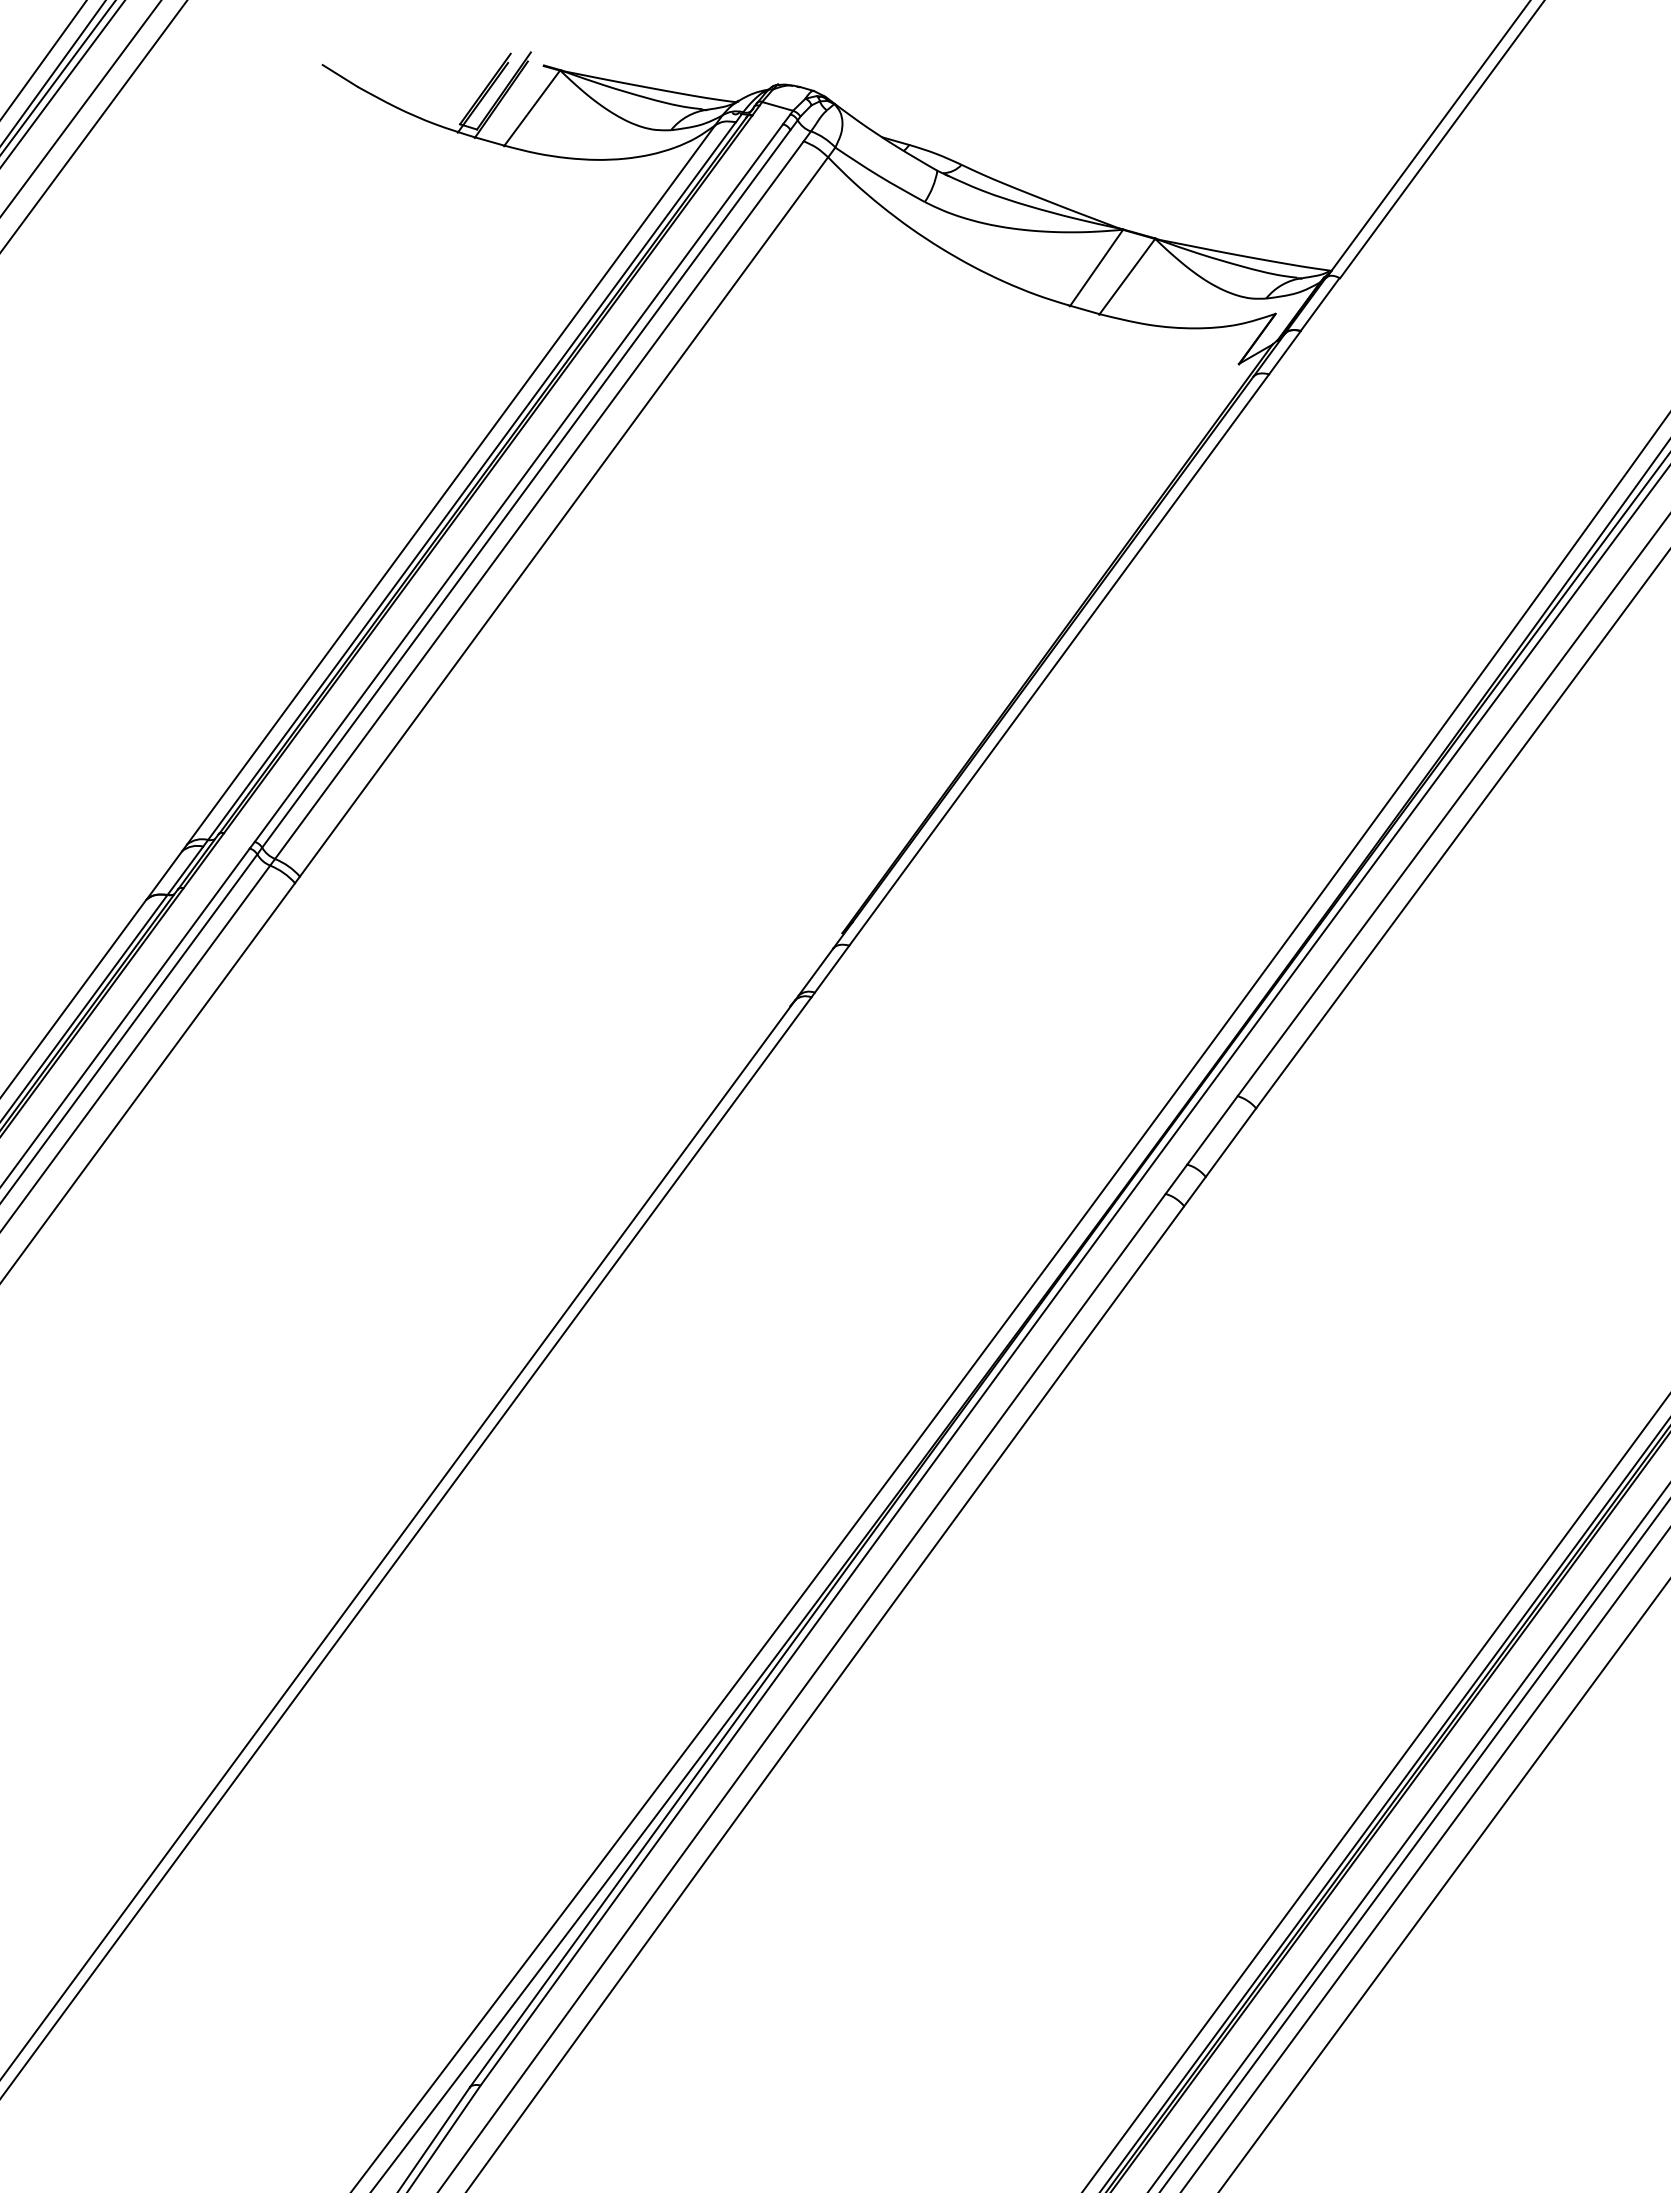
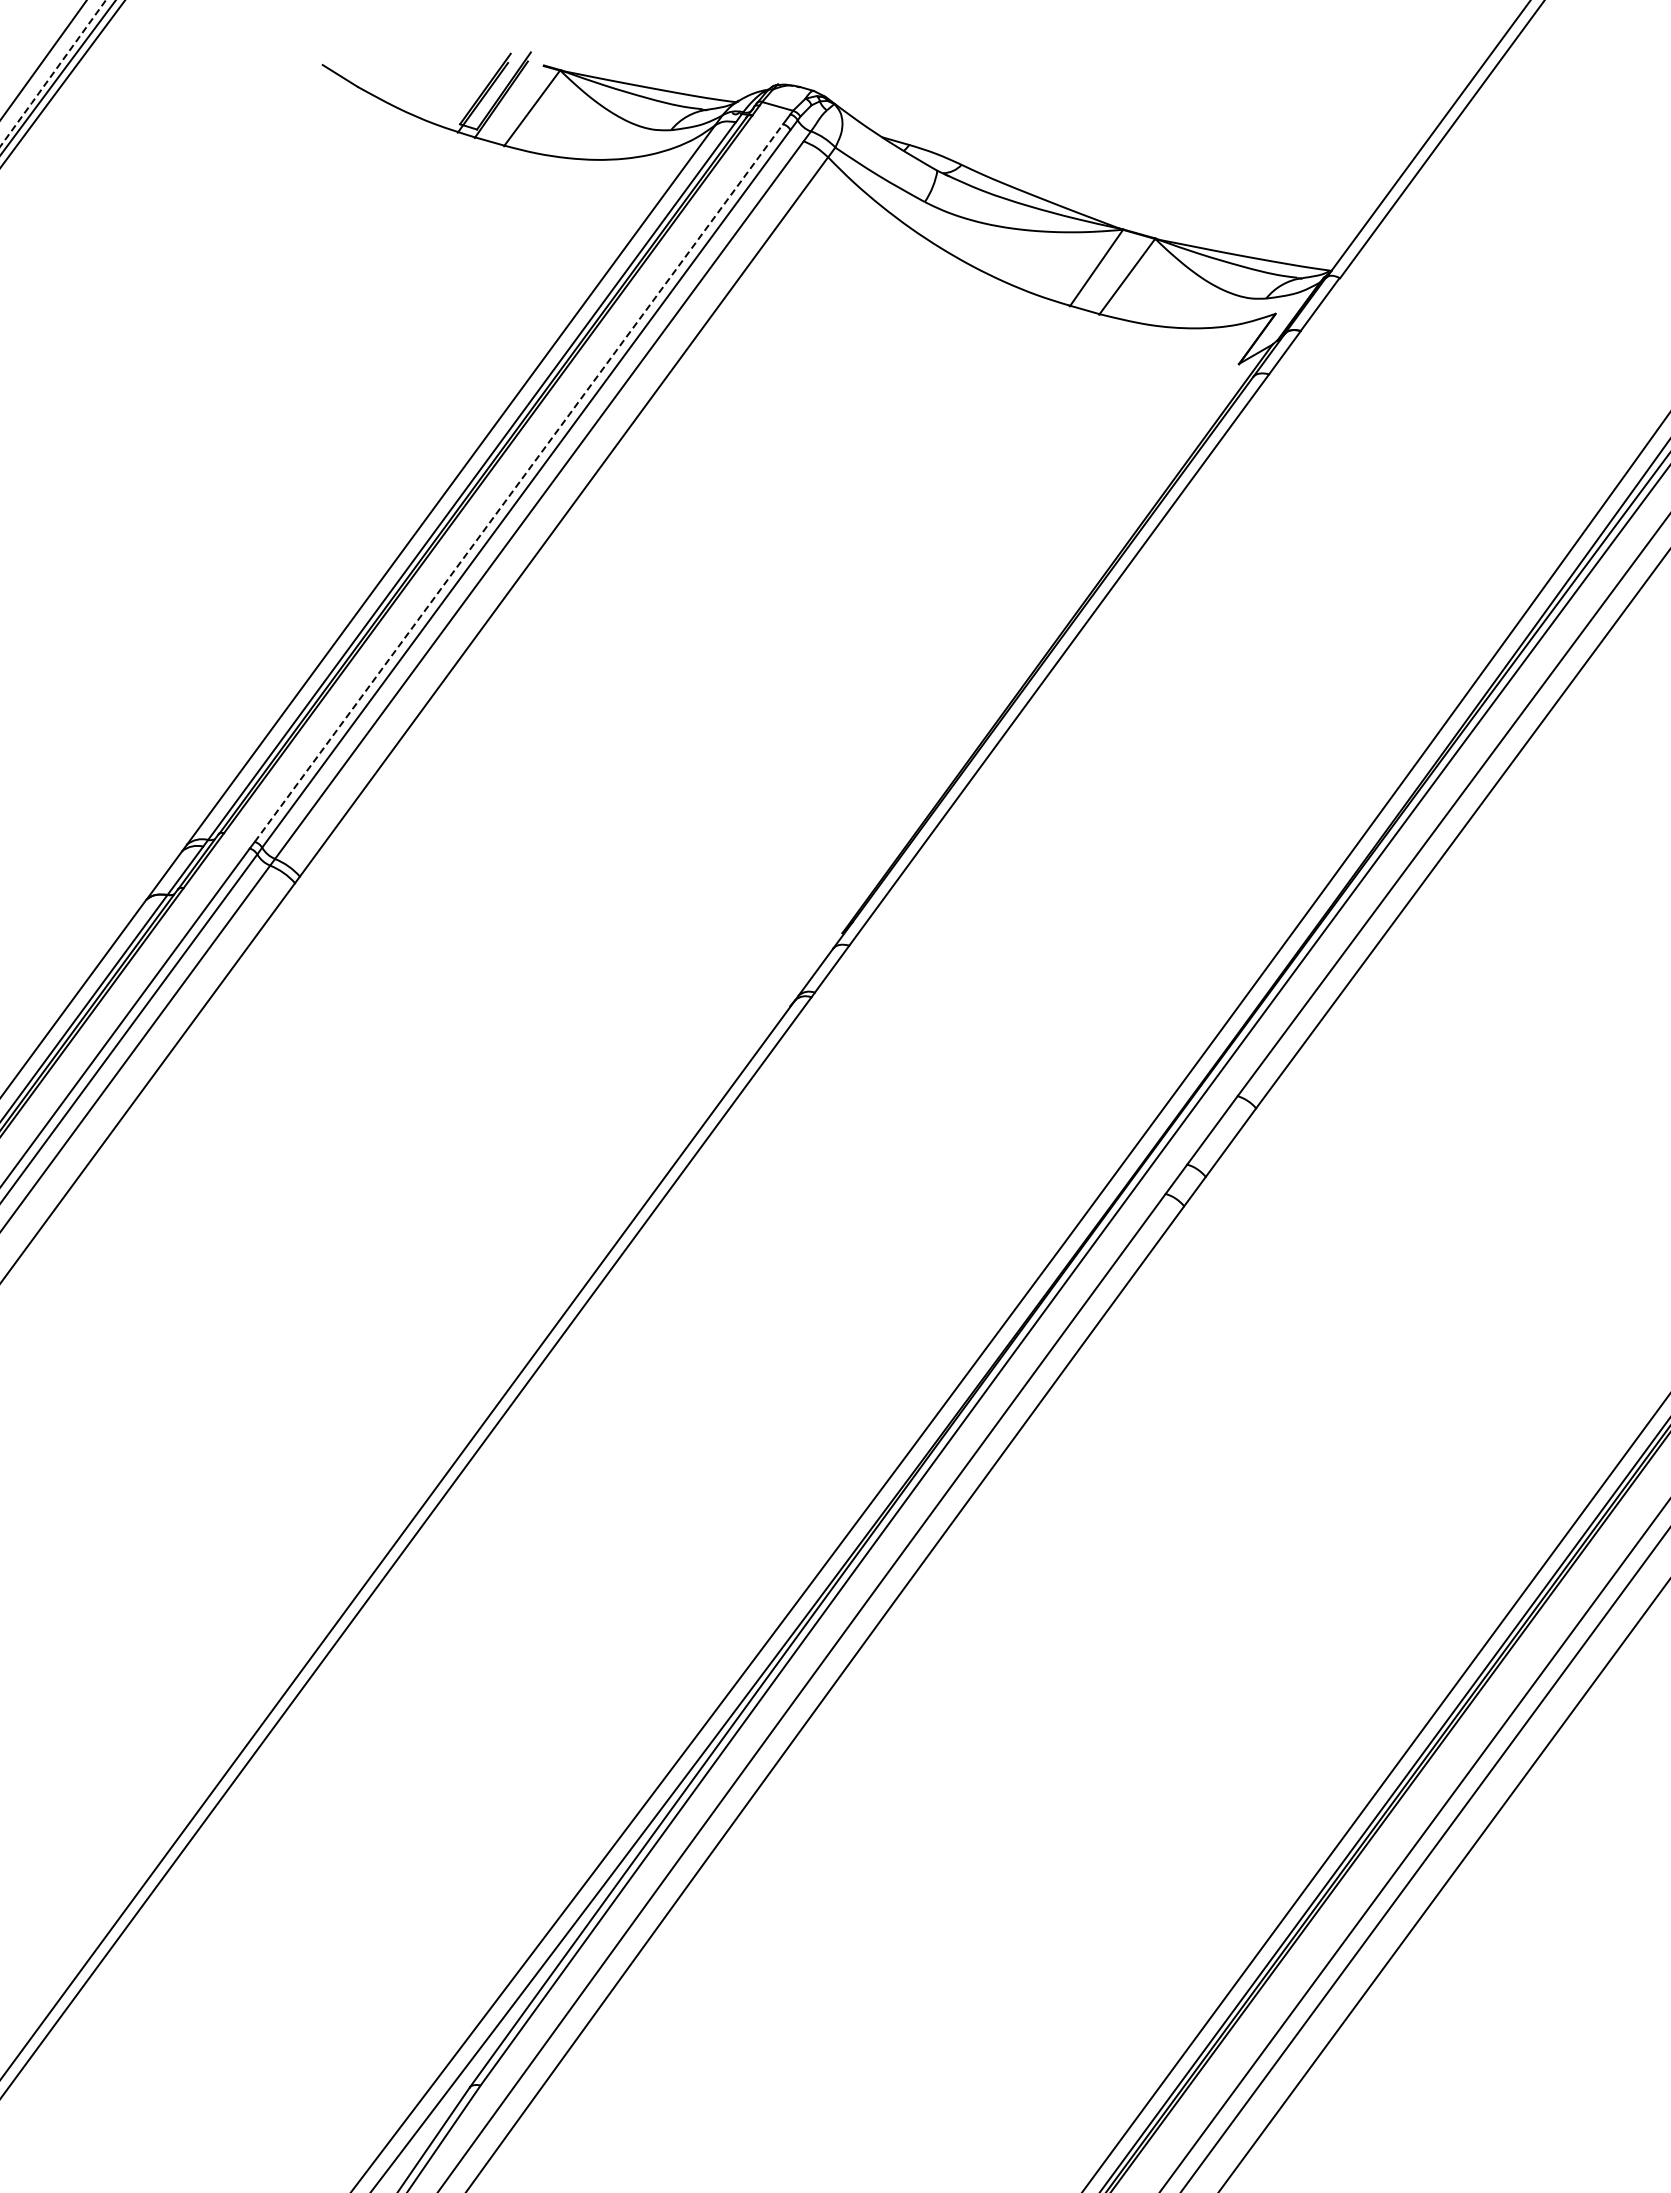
arc at (52, 73): solid -> dashed
line at (80, 108): present -> none
line at (93, 125): present -> none
line at (518, 483): solid -> dashed
line at (1408, 1837): present -> none
